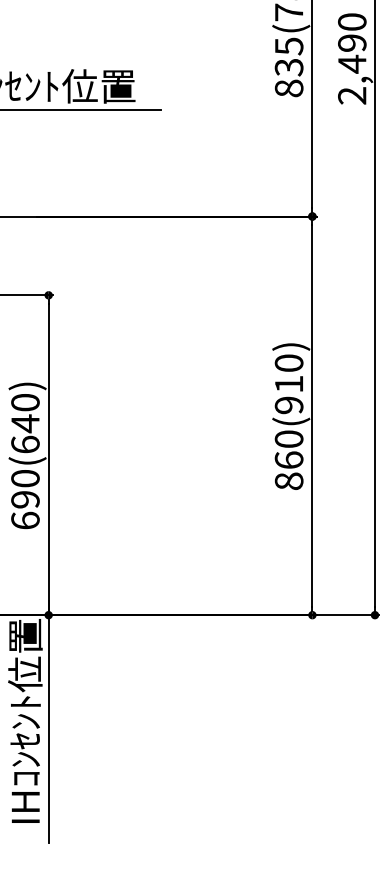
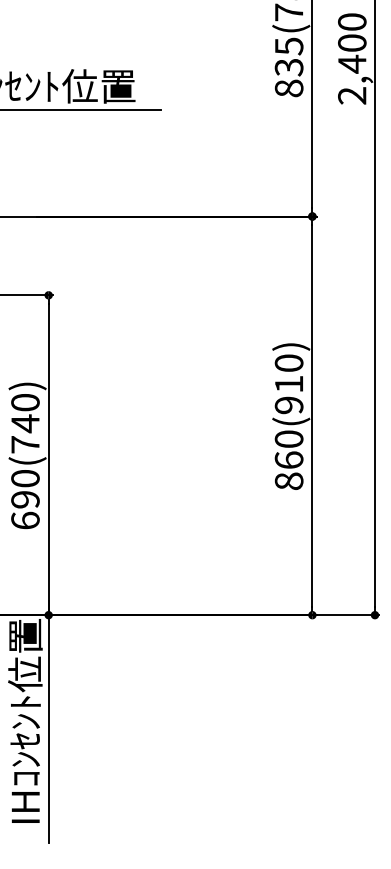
text at (352, 42): 2,490 -> 2,400
text at (25, 444): 690(640) -> 690(740)
